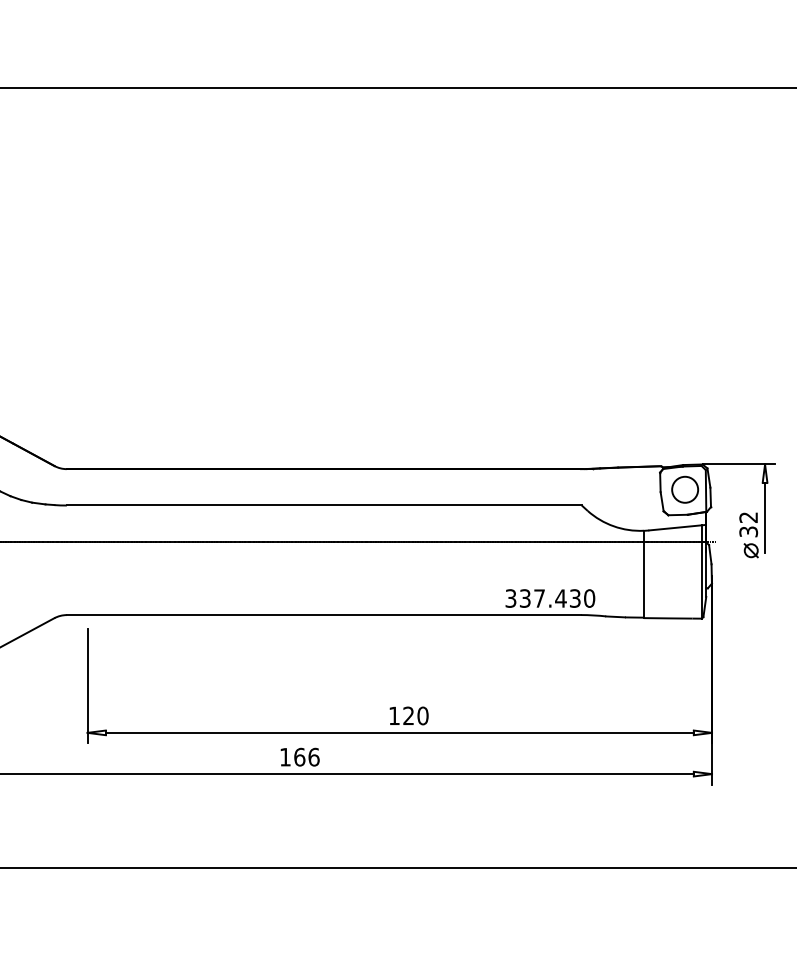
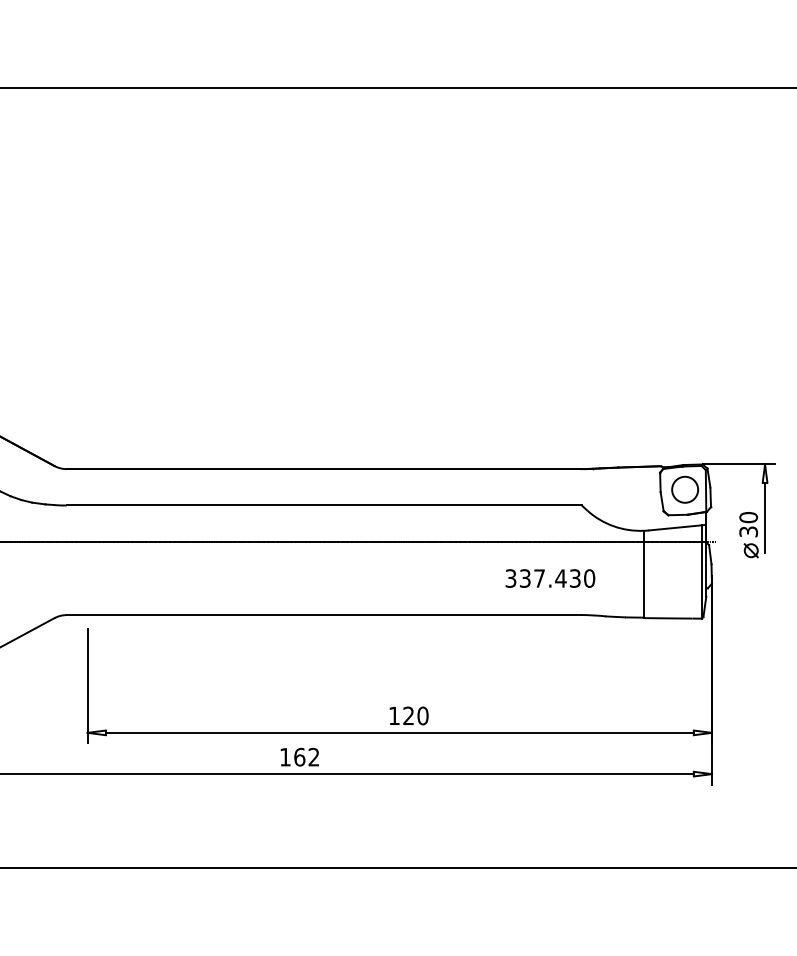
text at (748, 517): 32 -> 30
text at (550, 598) position: (550, 598) -> (550, 578)
text at (313, 756): 166 -> 162
